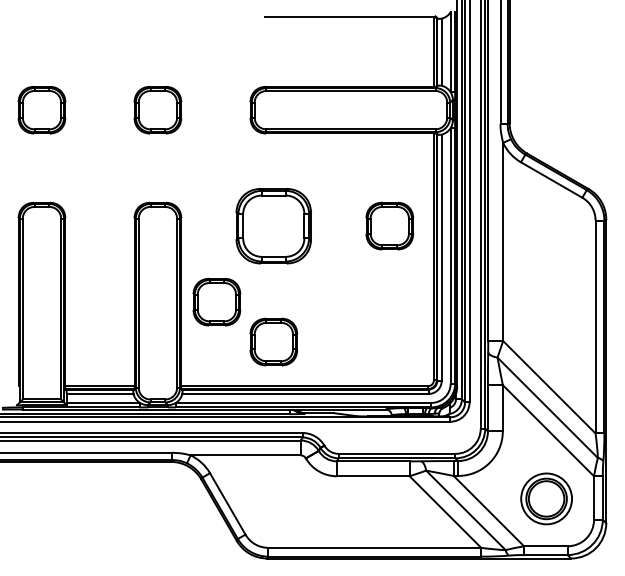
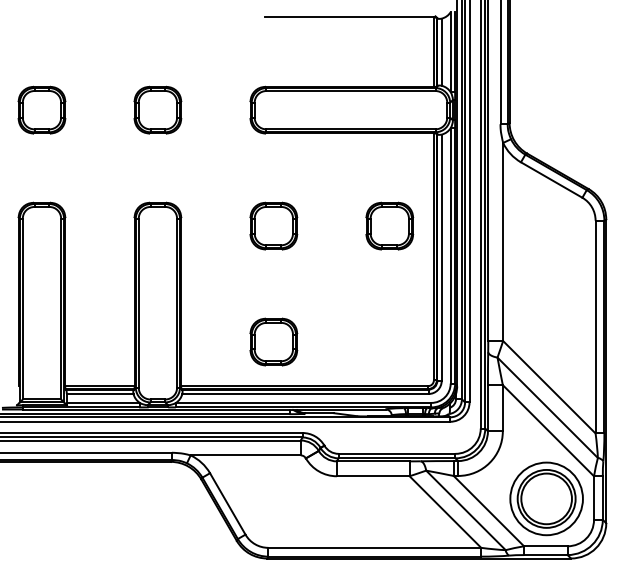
part at (273, 226) size: 78x77 px -> 50x50 px
part at (216, 301): present -> none
part at (546, 498) size: 53x54 px -> 75x76 px
